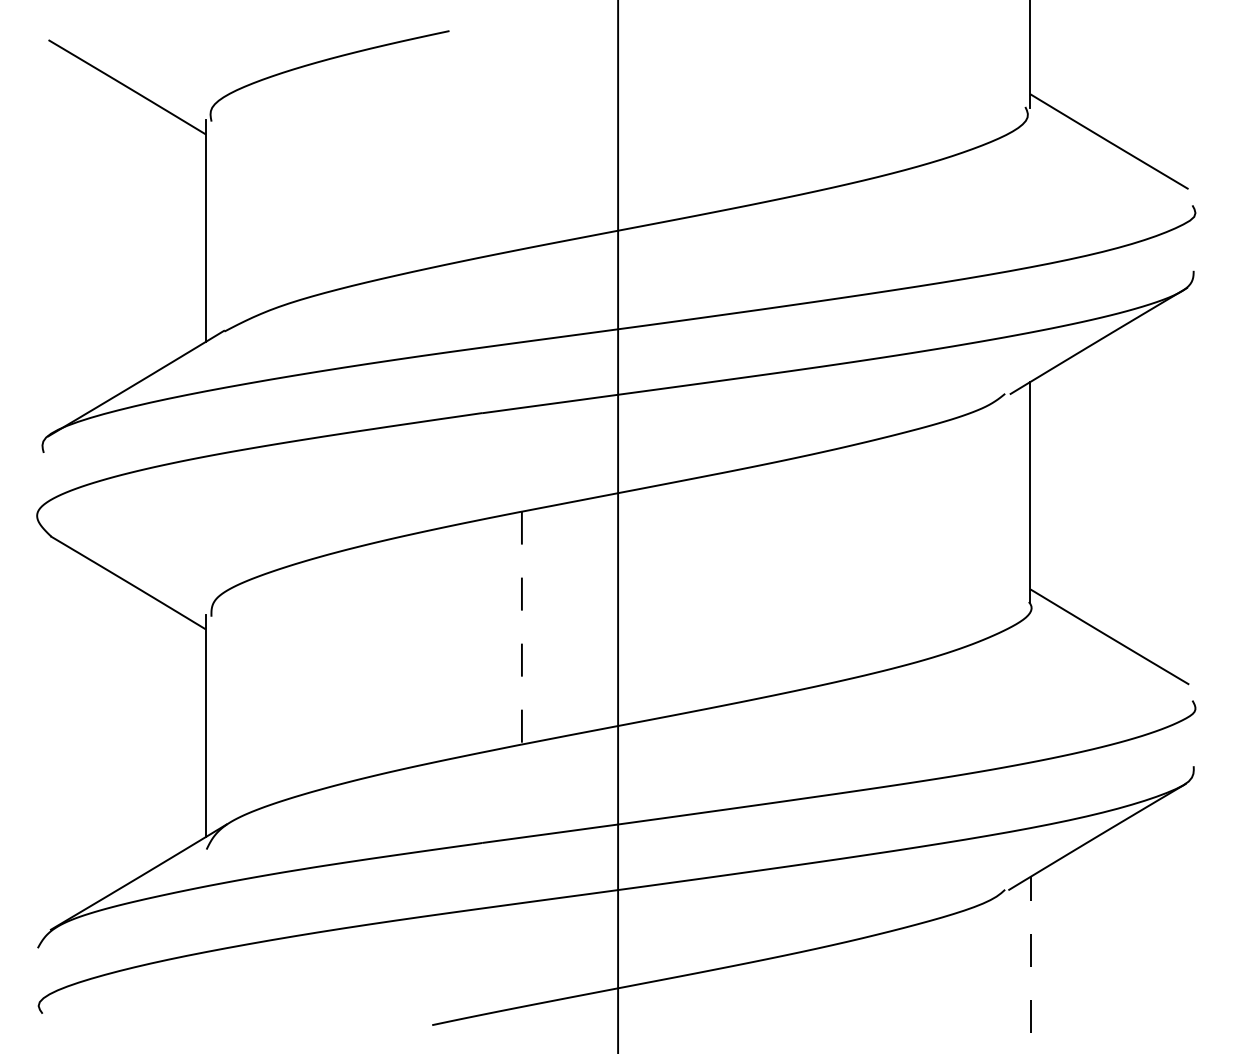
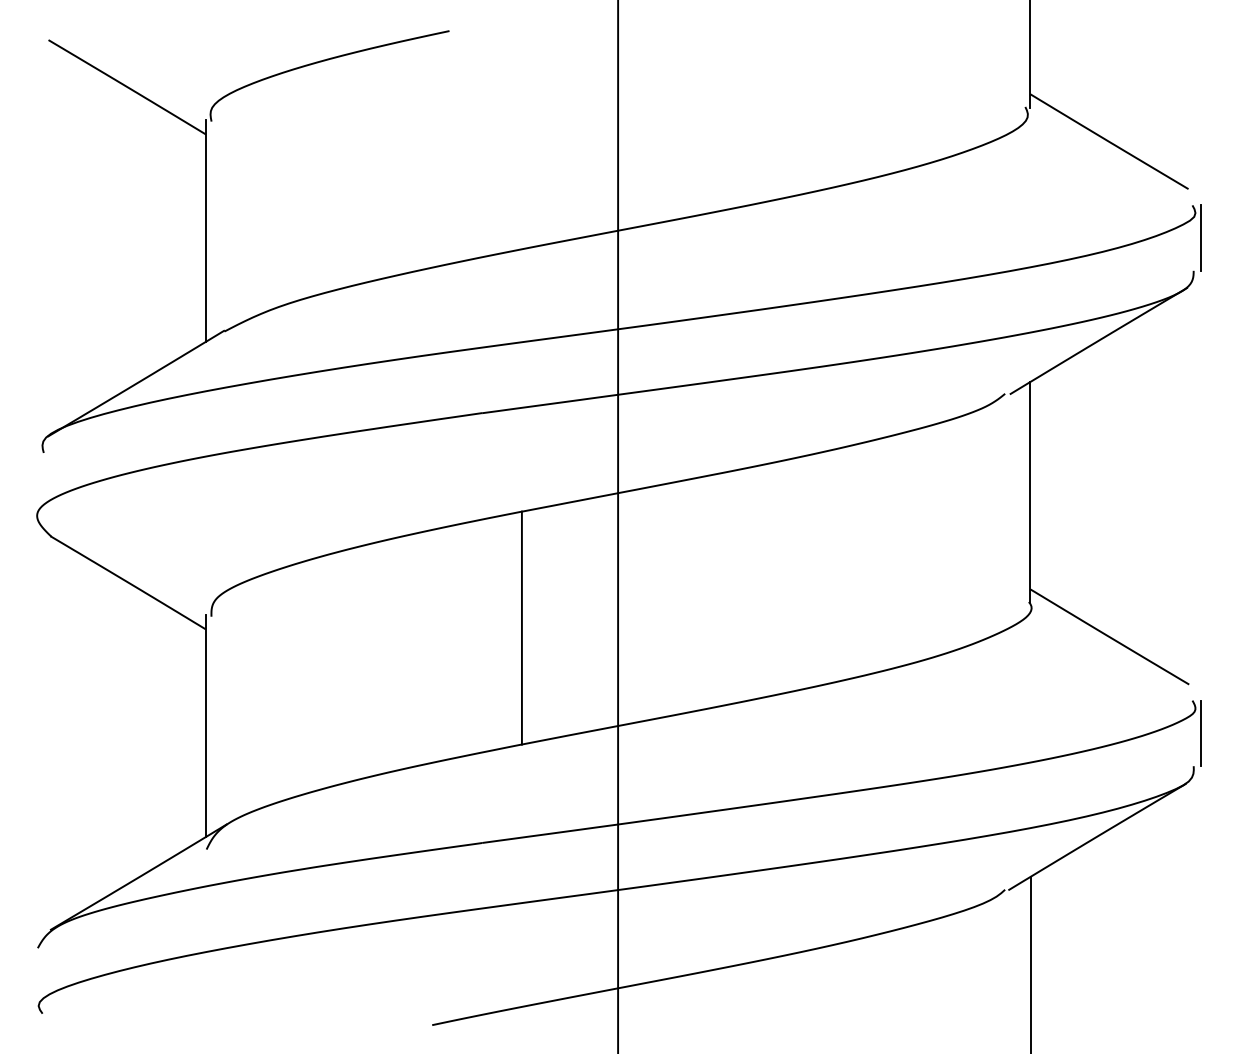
line at (1200, 237): none -> present
line at (521, 628): dashed -> solid
line at (1200, 733): none -> present
line at (1030, 964): dashed -> solid
